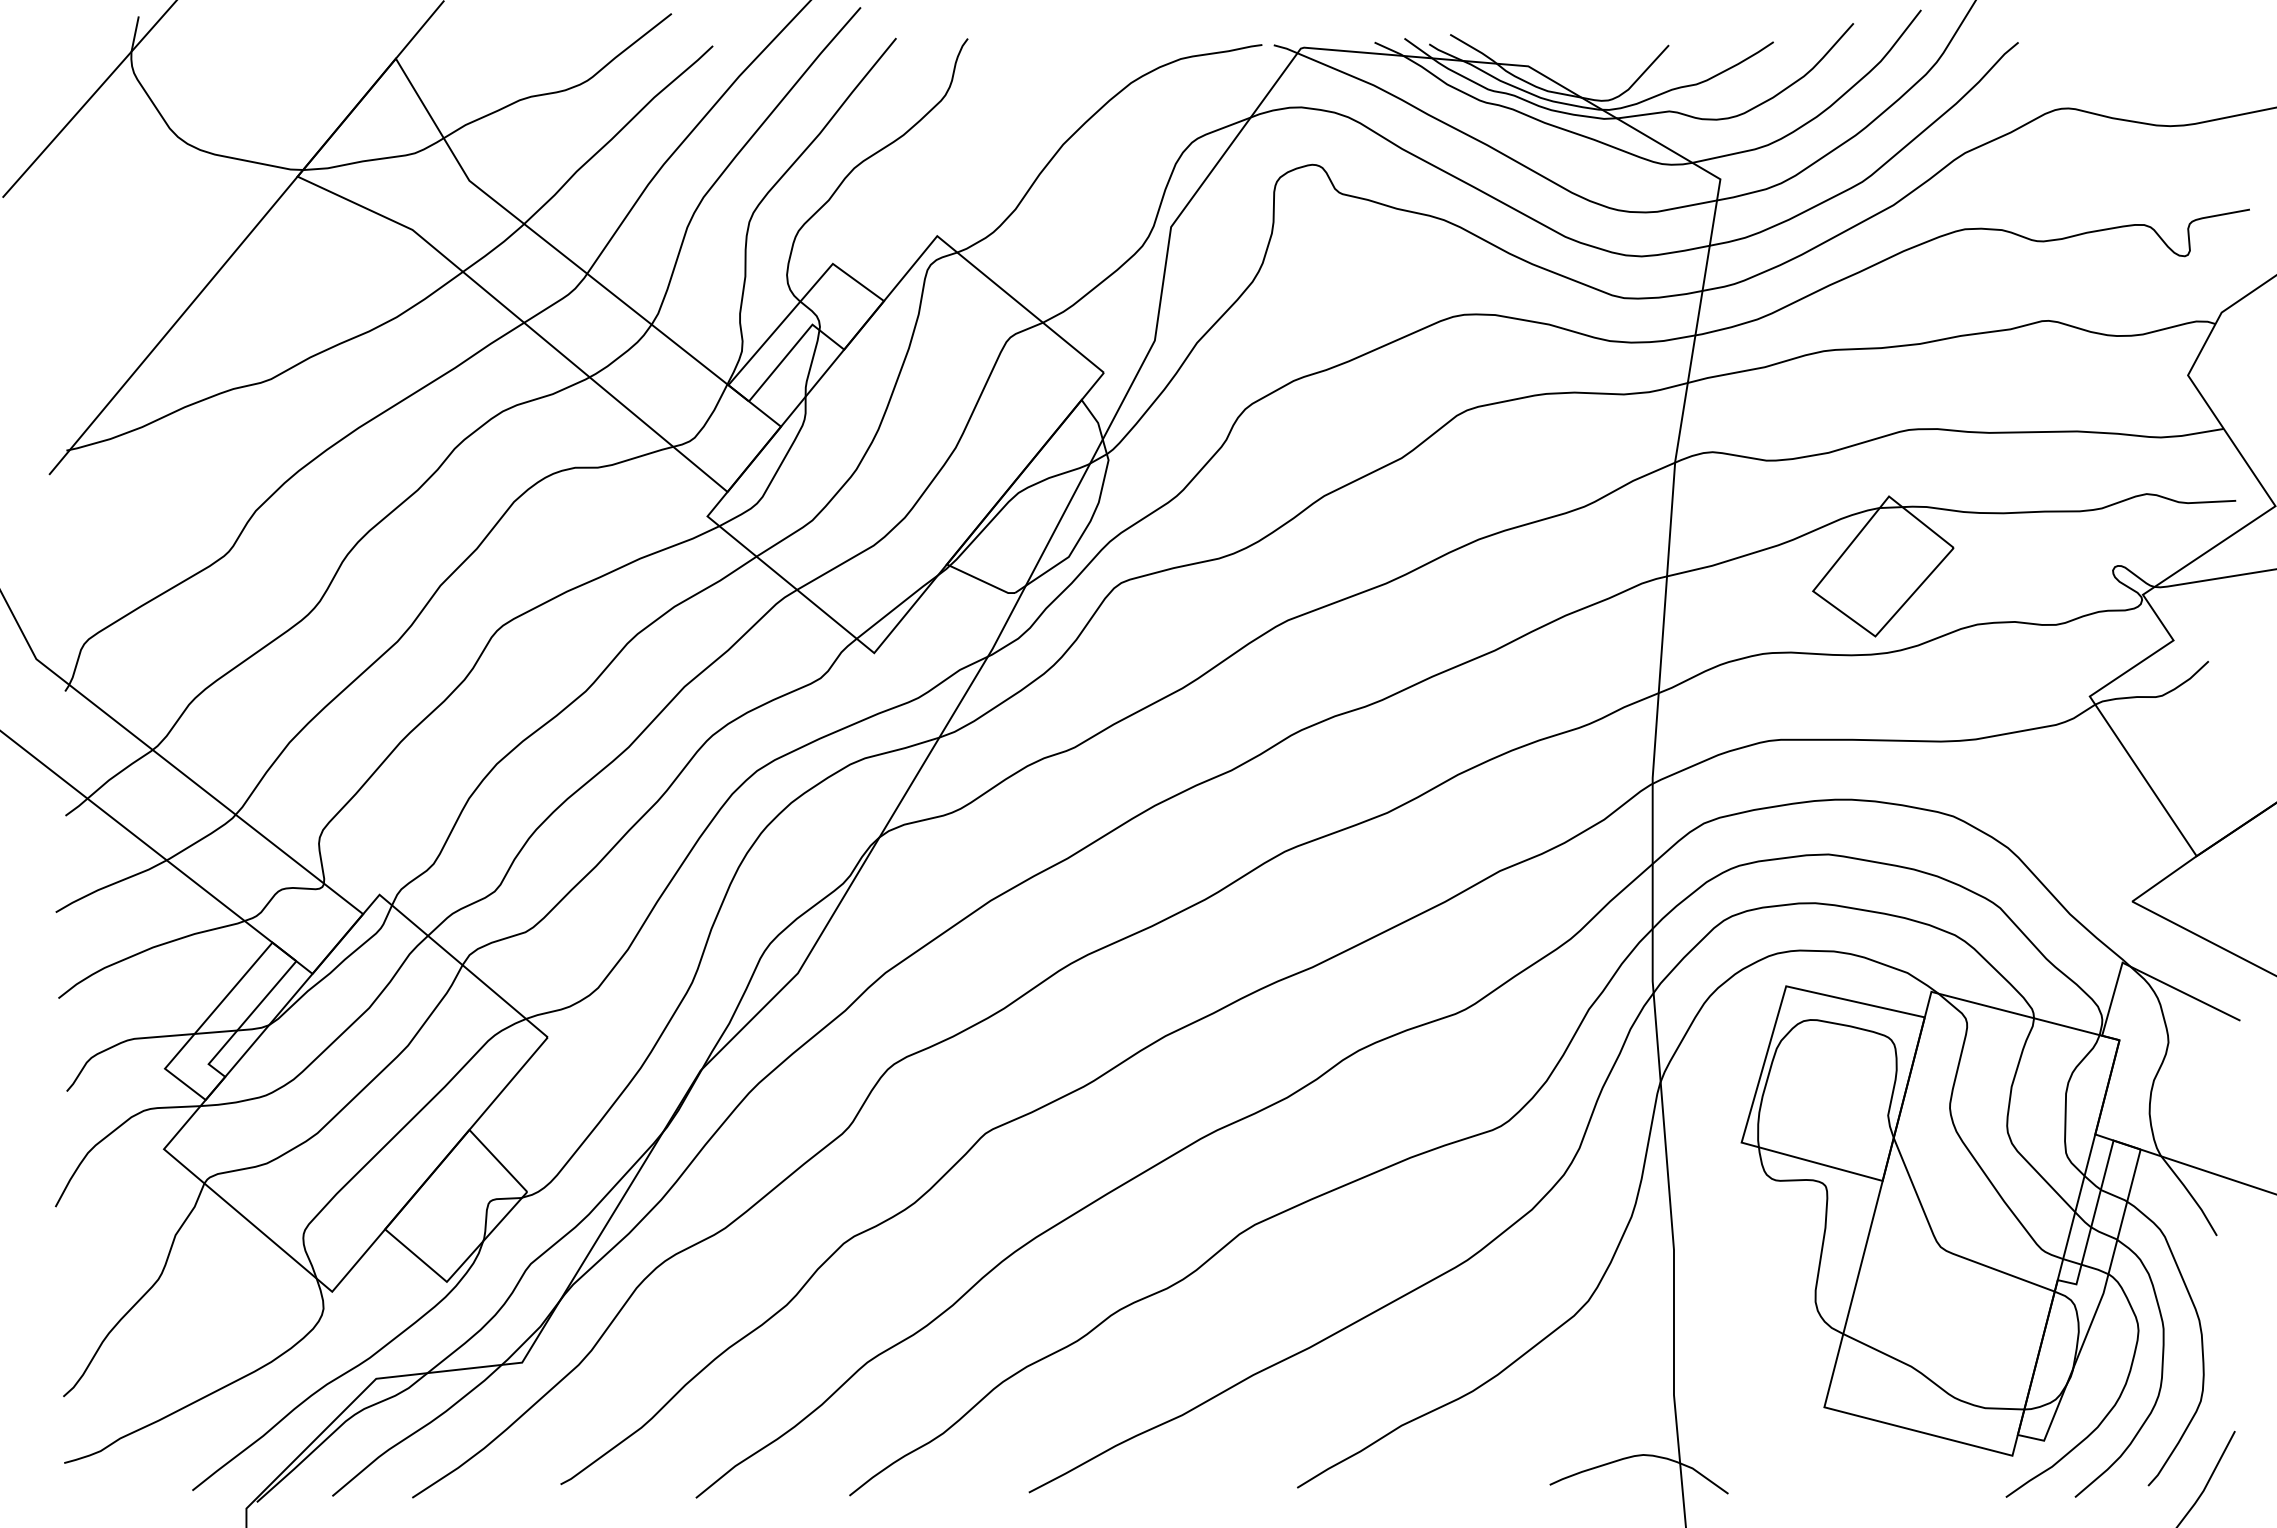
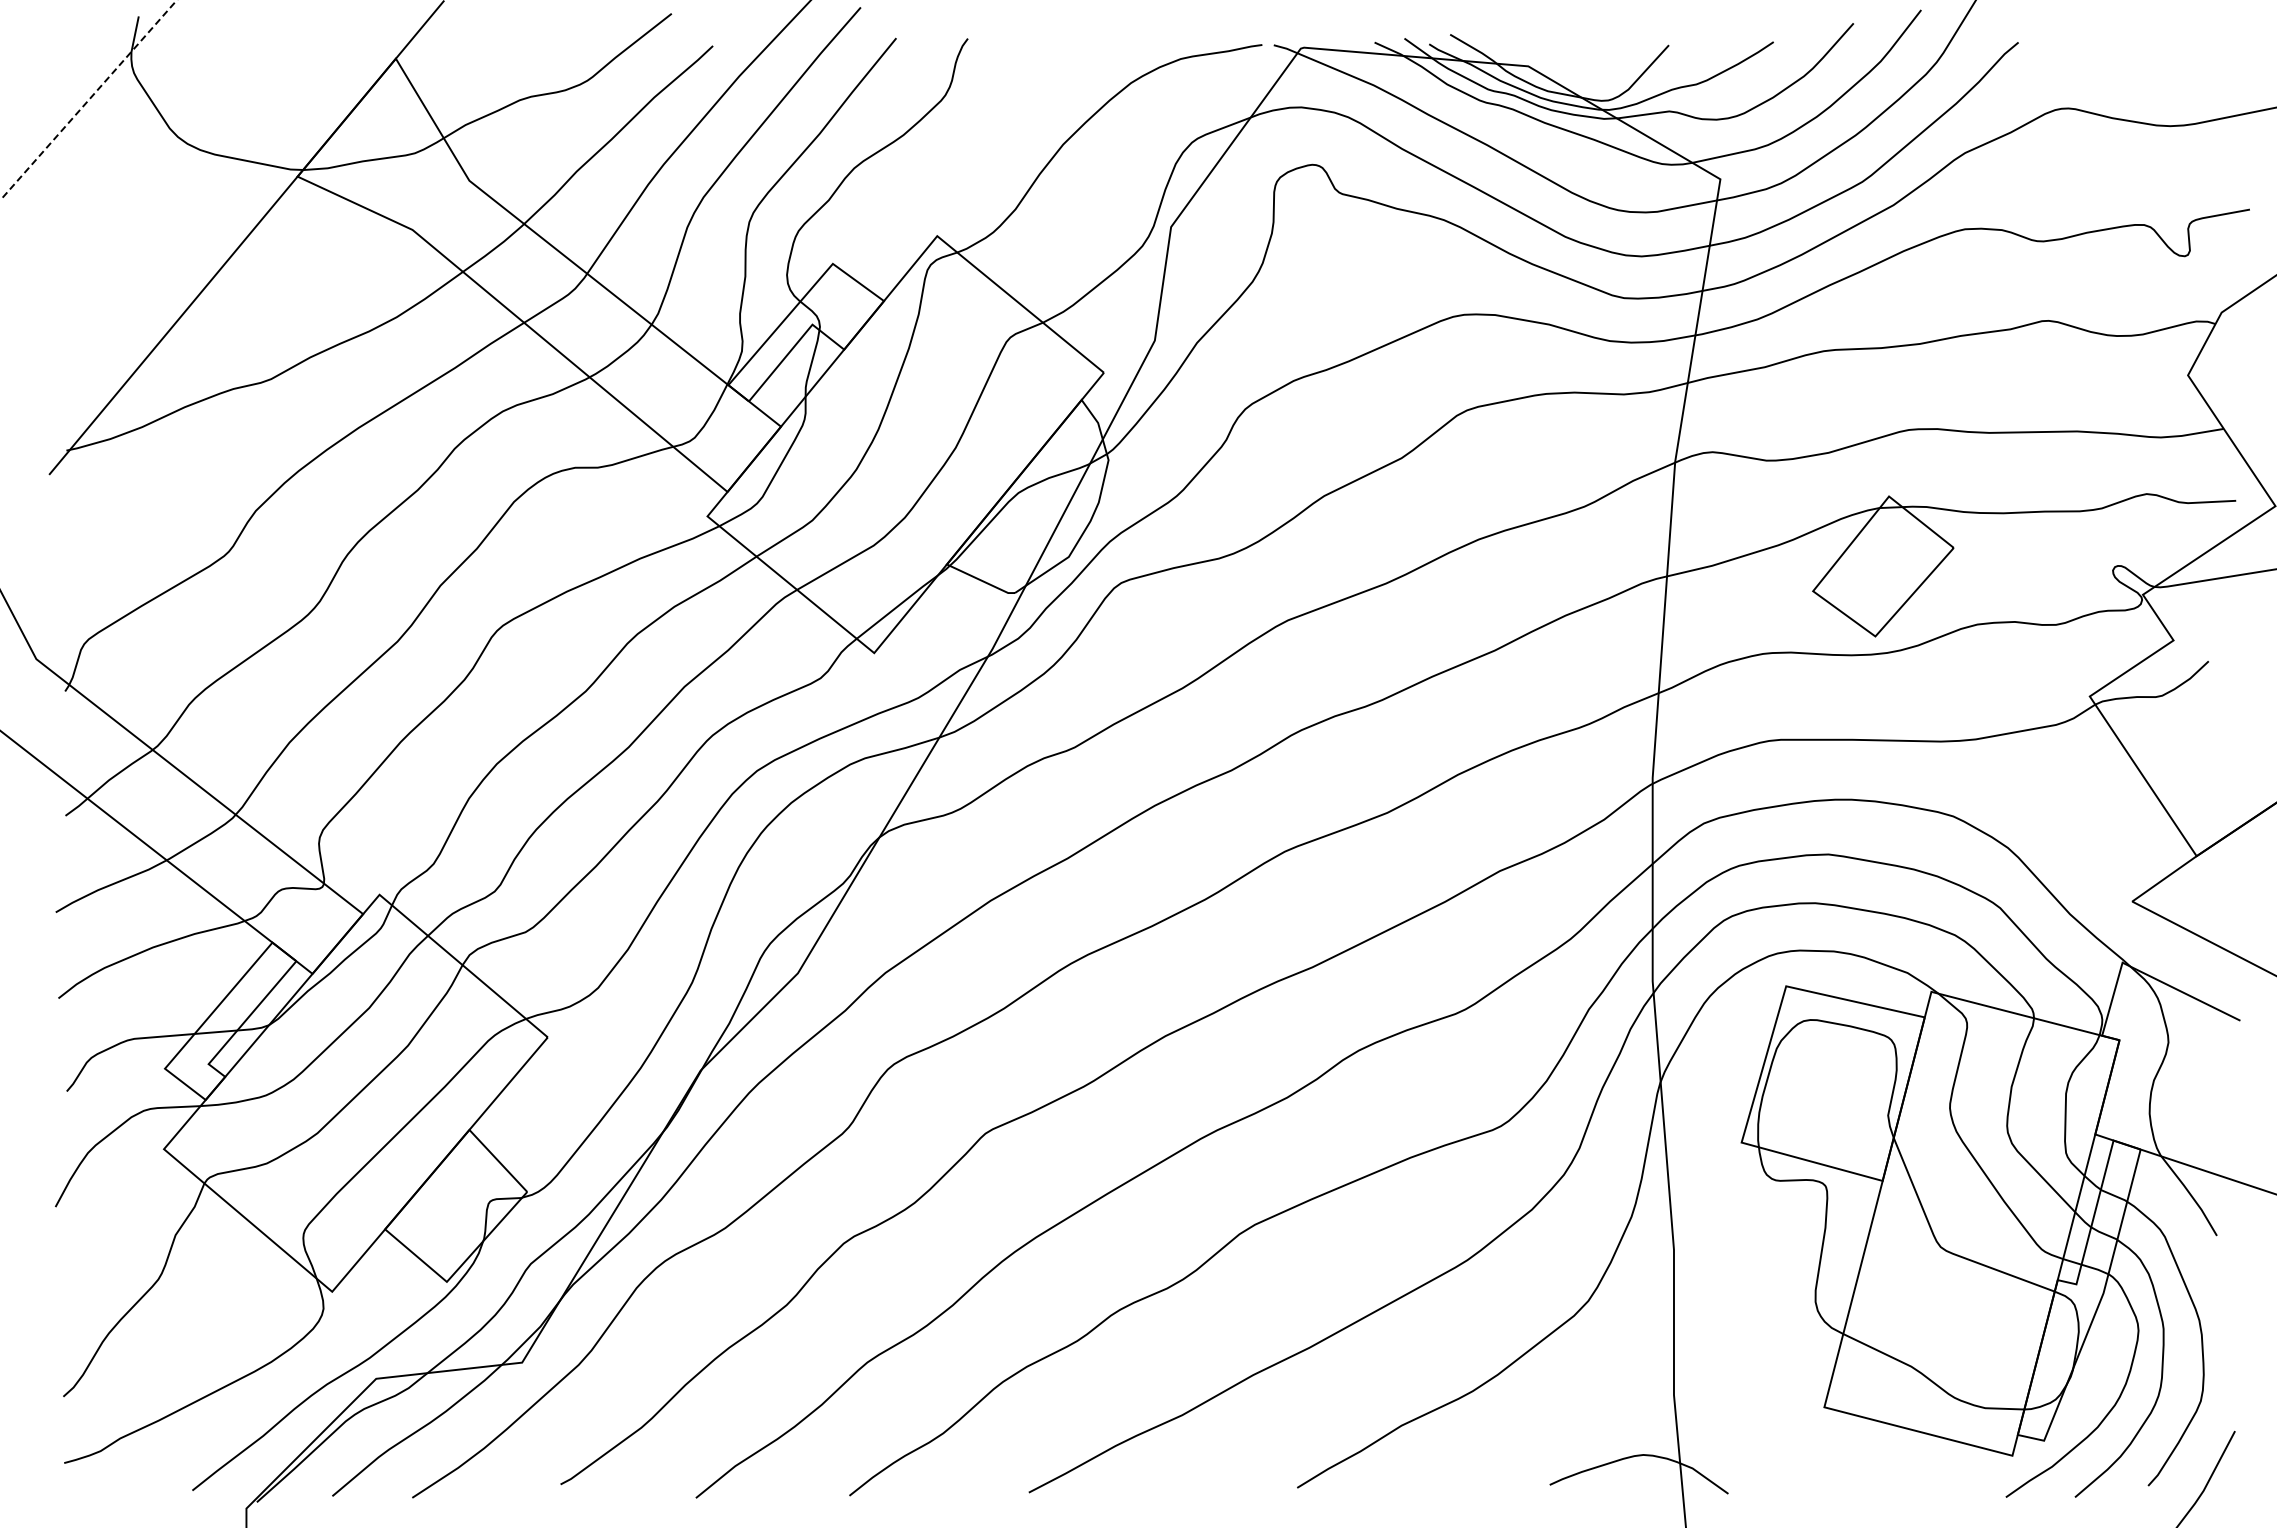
line at (89, 98): solid -> dashed
